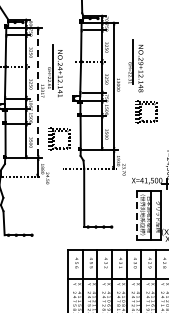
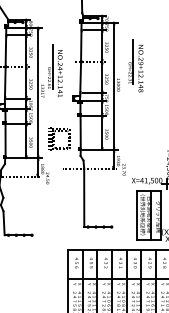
line at (37, 93): dashed -> solid
part at (146, 111): present -> none
line at (136, 216): dashed -> solid
